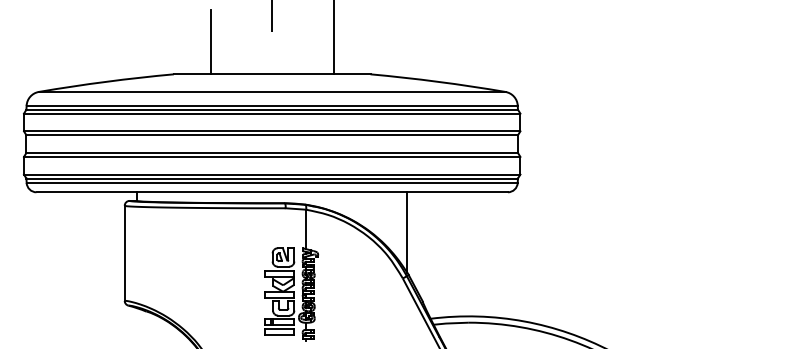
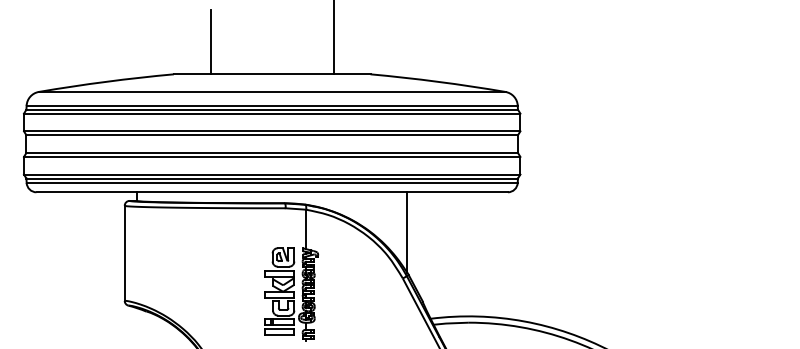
line at (272, 17): present -> none
